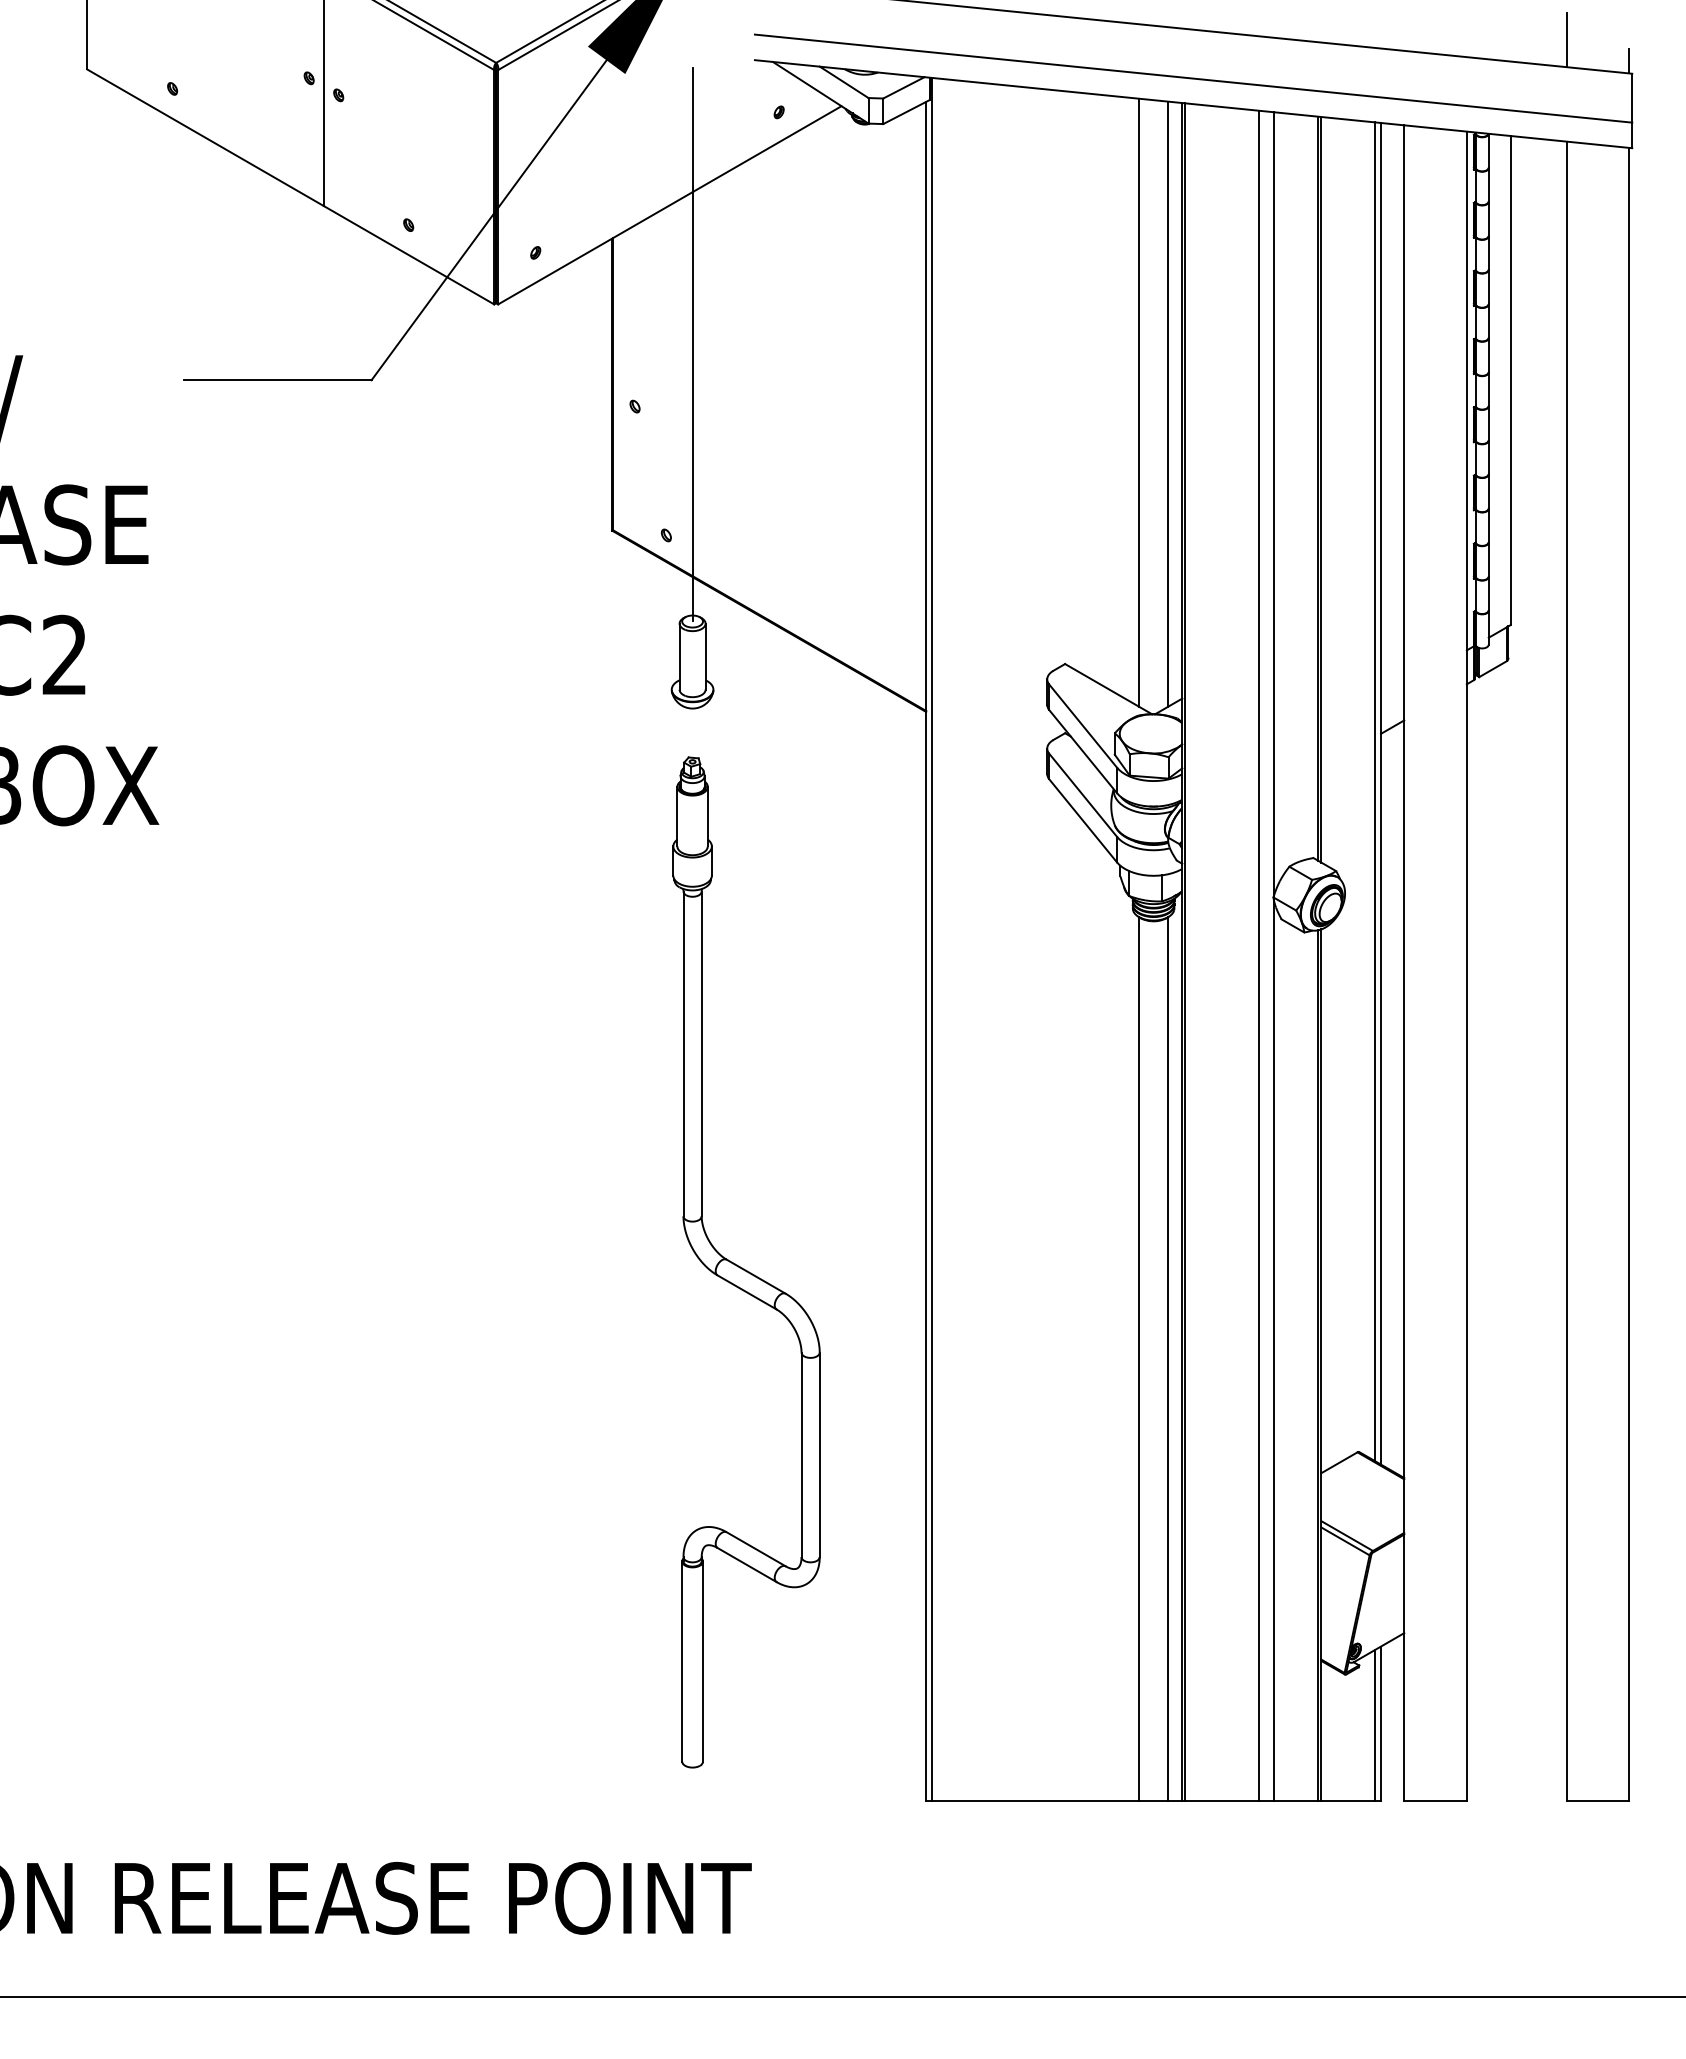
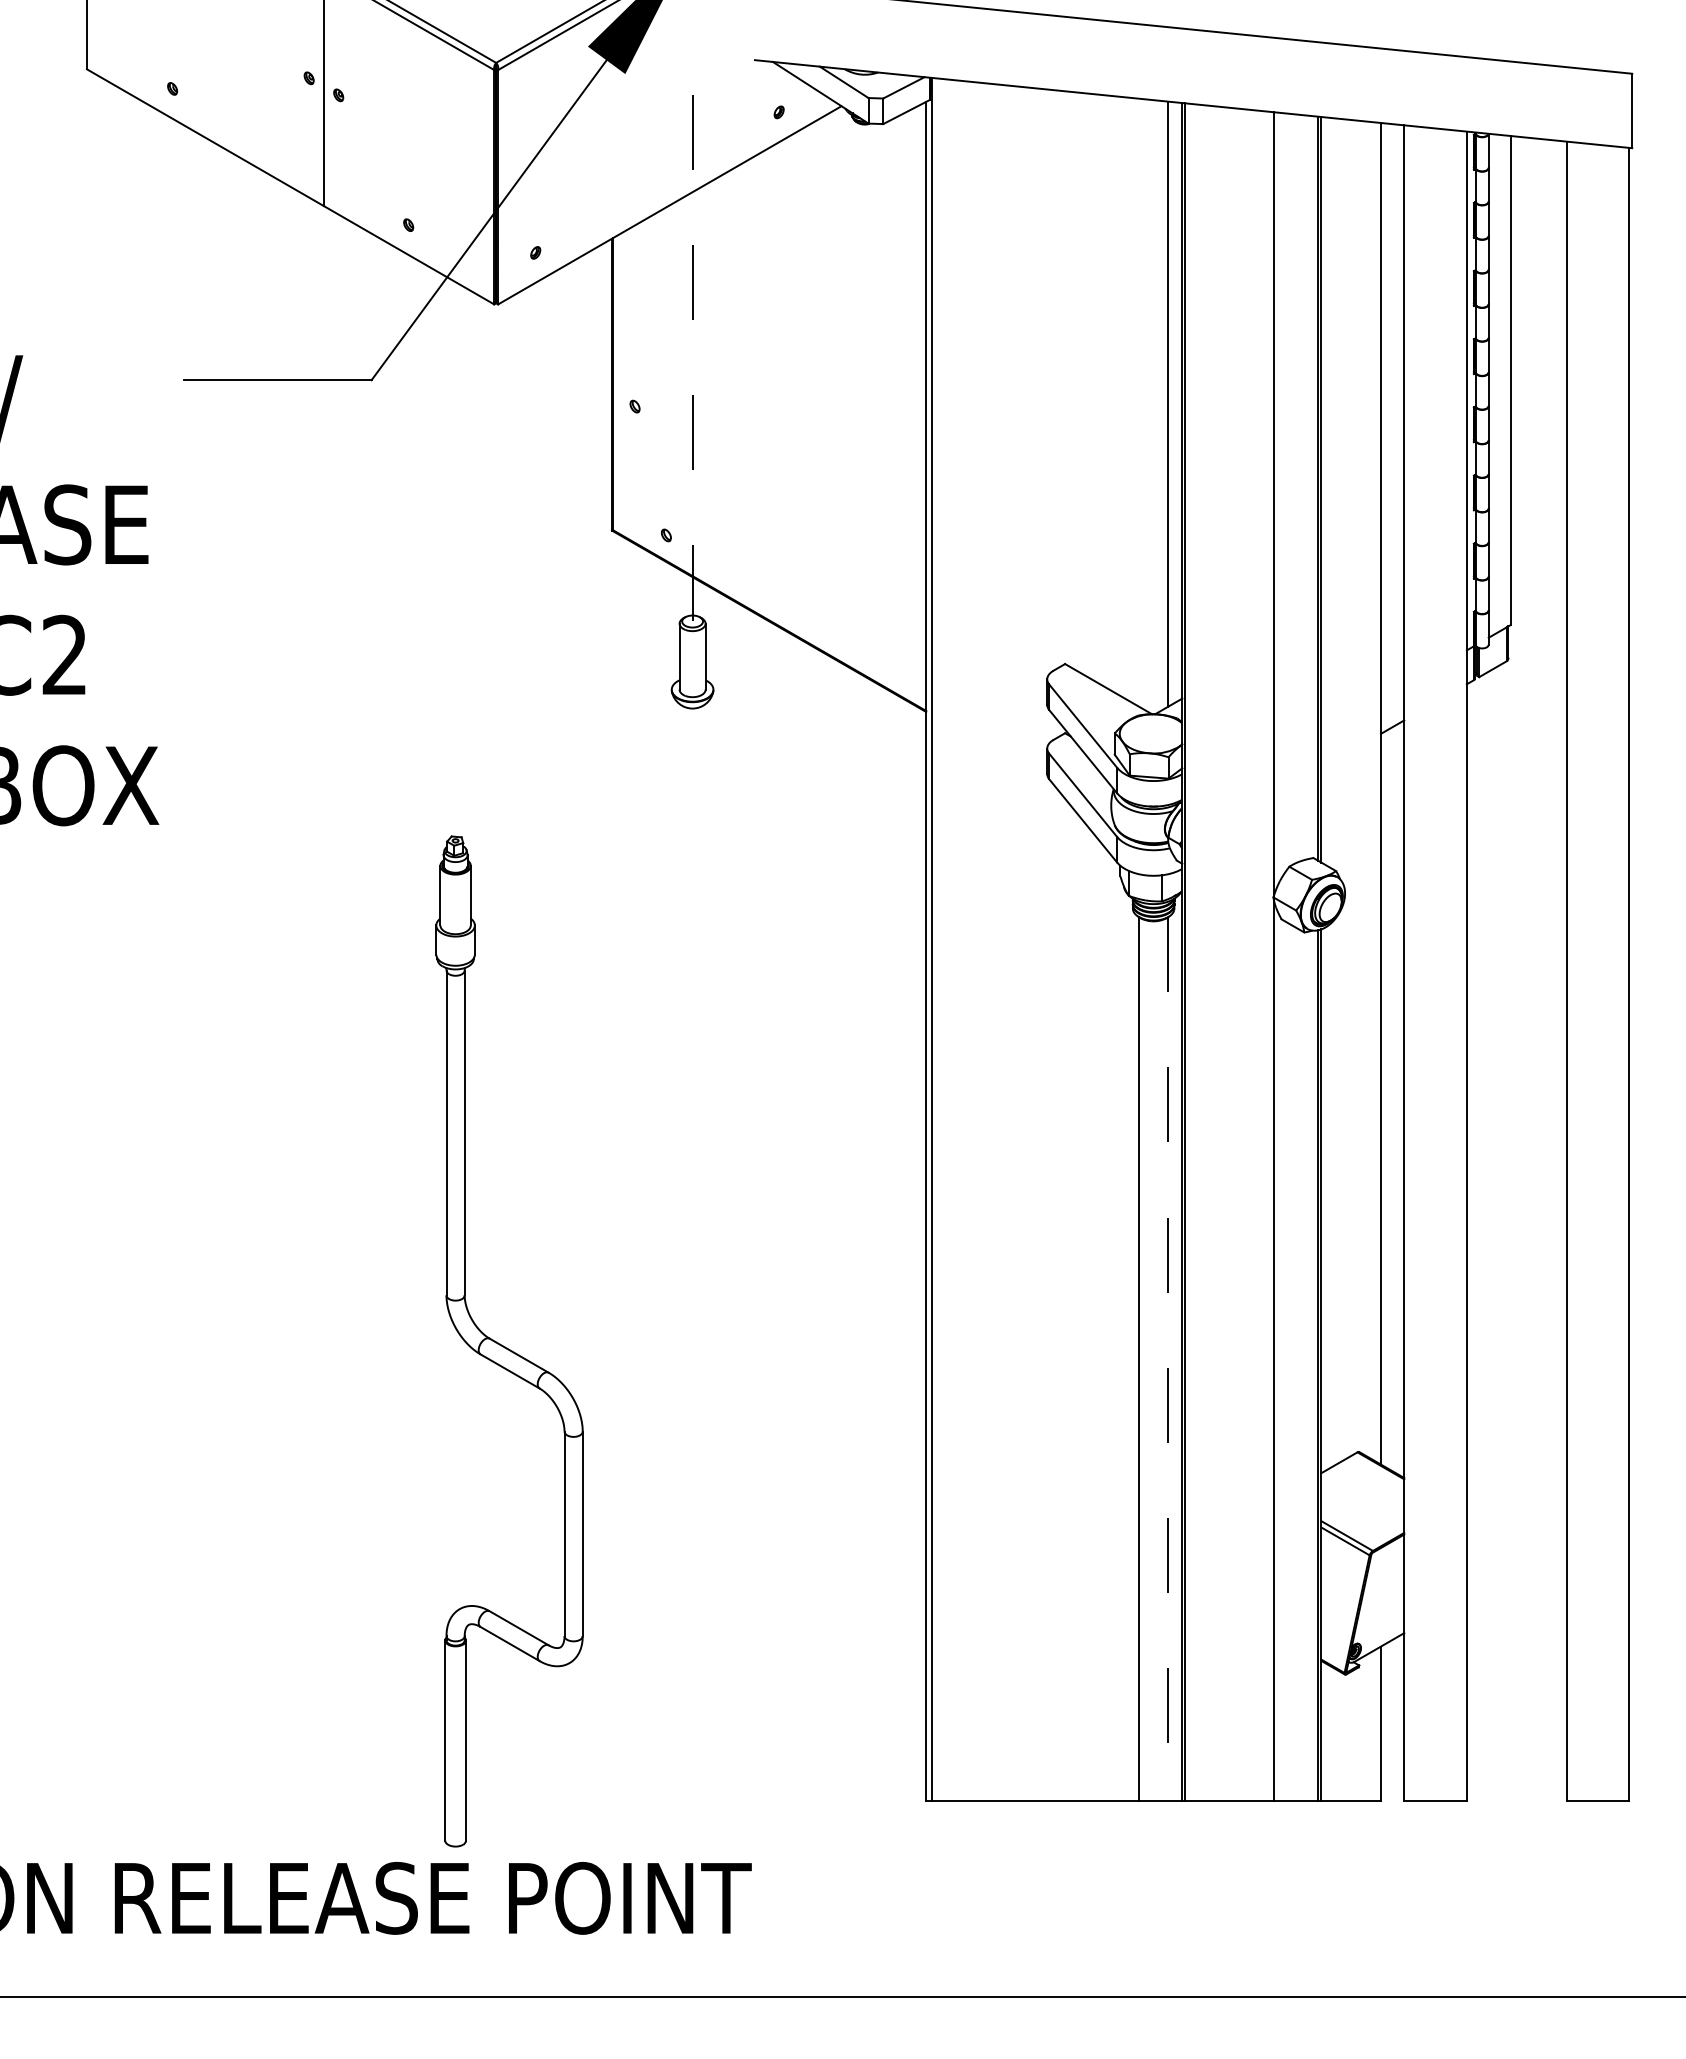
line at (1566, 40): present -> none
line at (1629, 61): present -> none
line at (1193, 78): present -> none
line at (692, 343): solid -> dashed
line at (1138, 402): present -> none
line at (1374, 791): present -> none
line at (1259, 955): present -> none
part at (744, 1268) position: (744, 1268) -> (507, 1347)
line at (1168, 1358): solid -> dashed
line at (1374, 1725): present -> none
